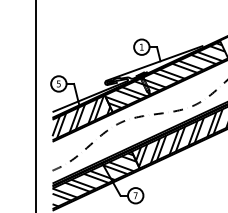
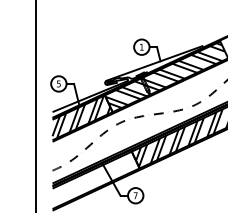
hatch at (94, 179): present -> none
